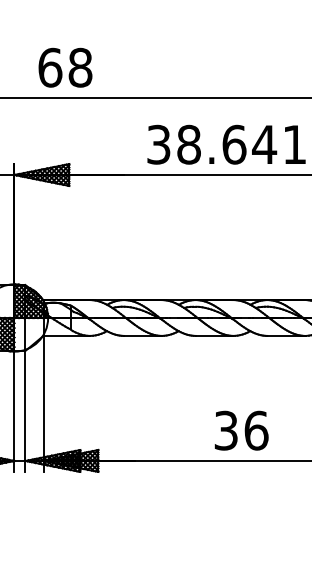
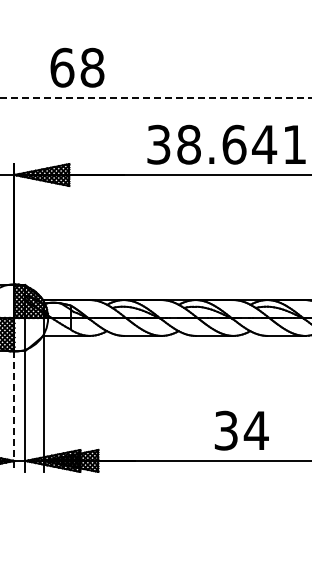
text at (65, 67) position: (65, 67) -> (77, 67)
line at (156, 98): solid -> dashed
line at (14, 411): solid -> dashed
text at (255, 430): 36 -> 34
